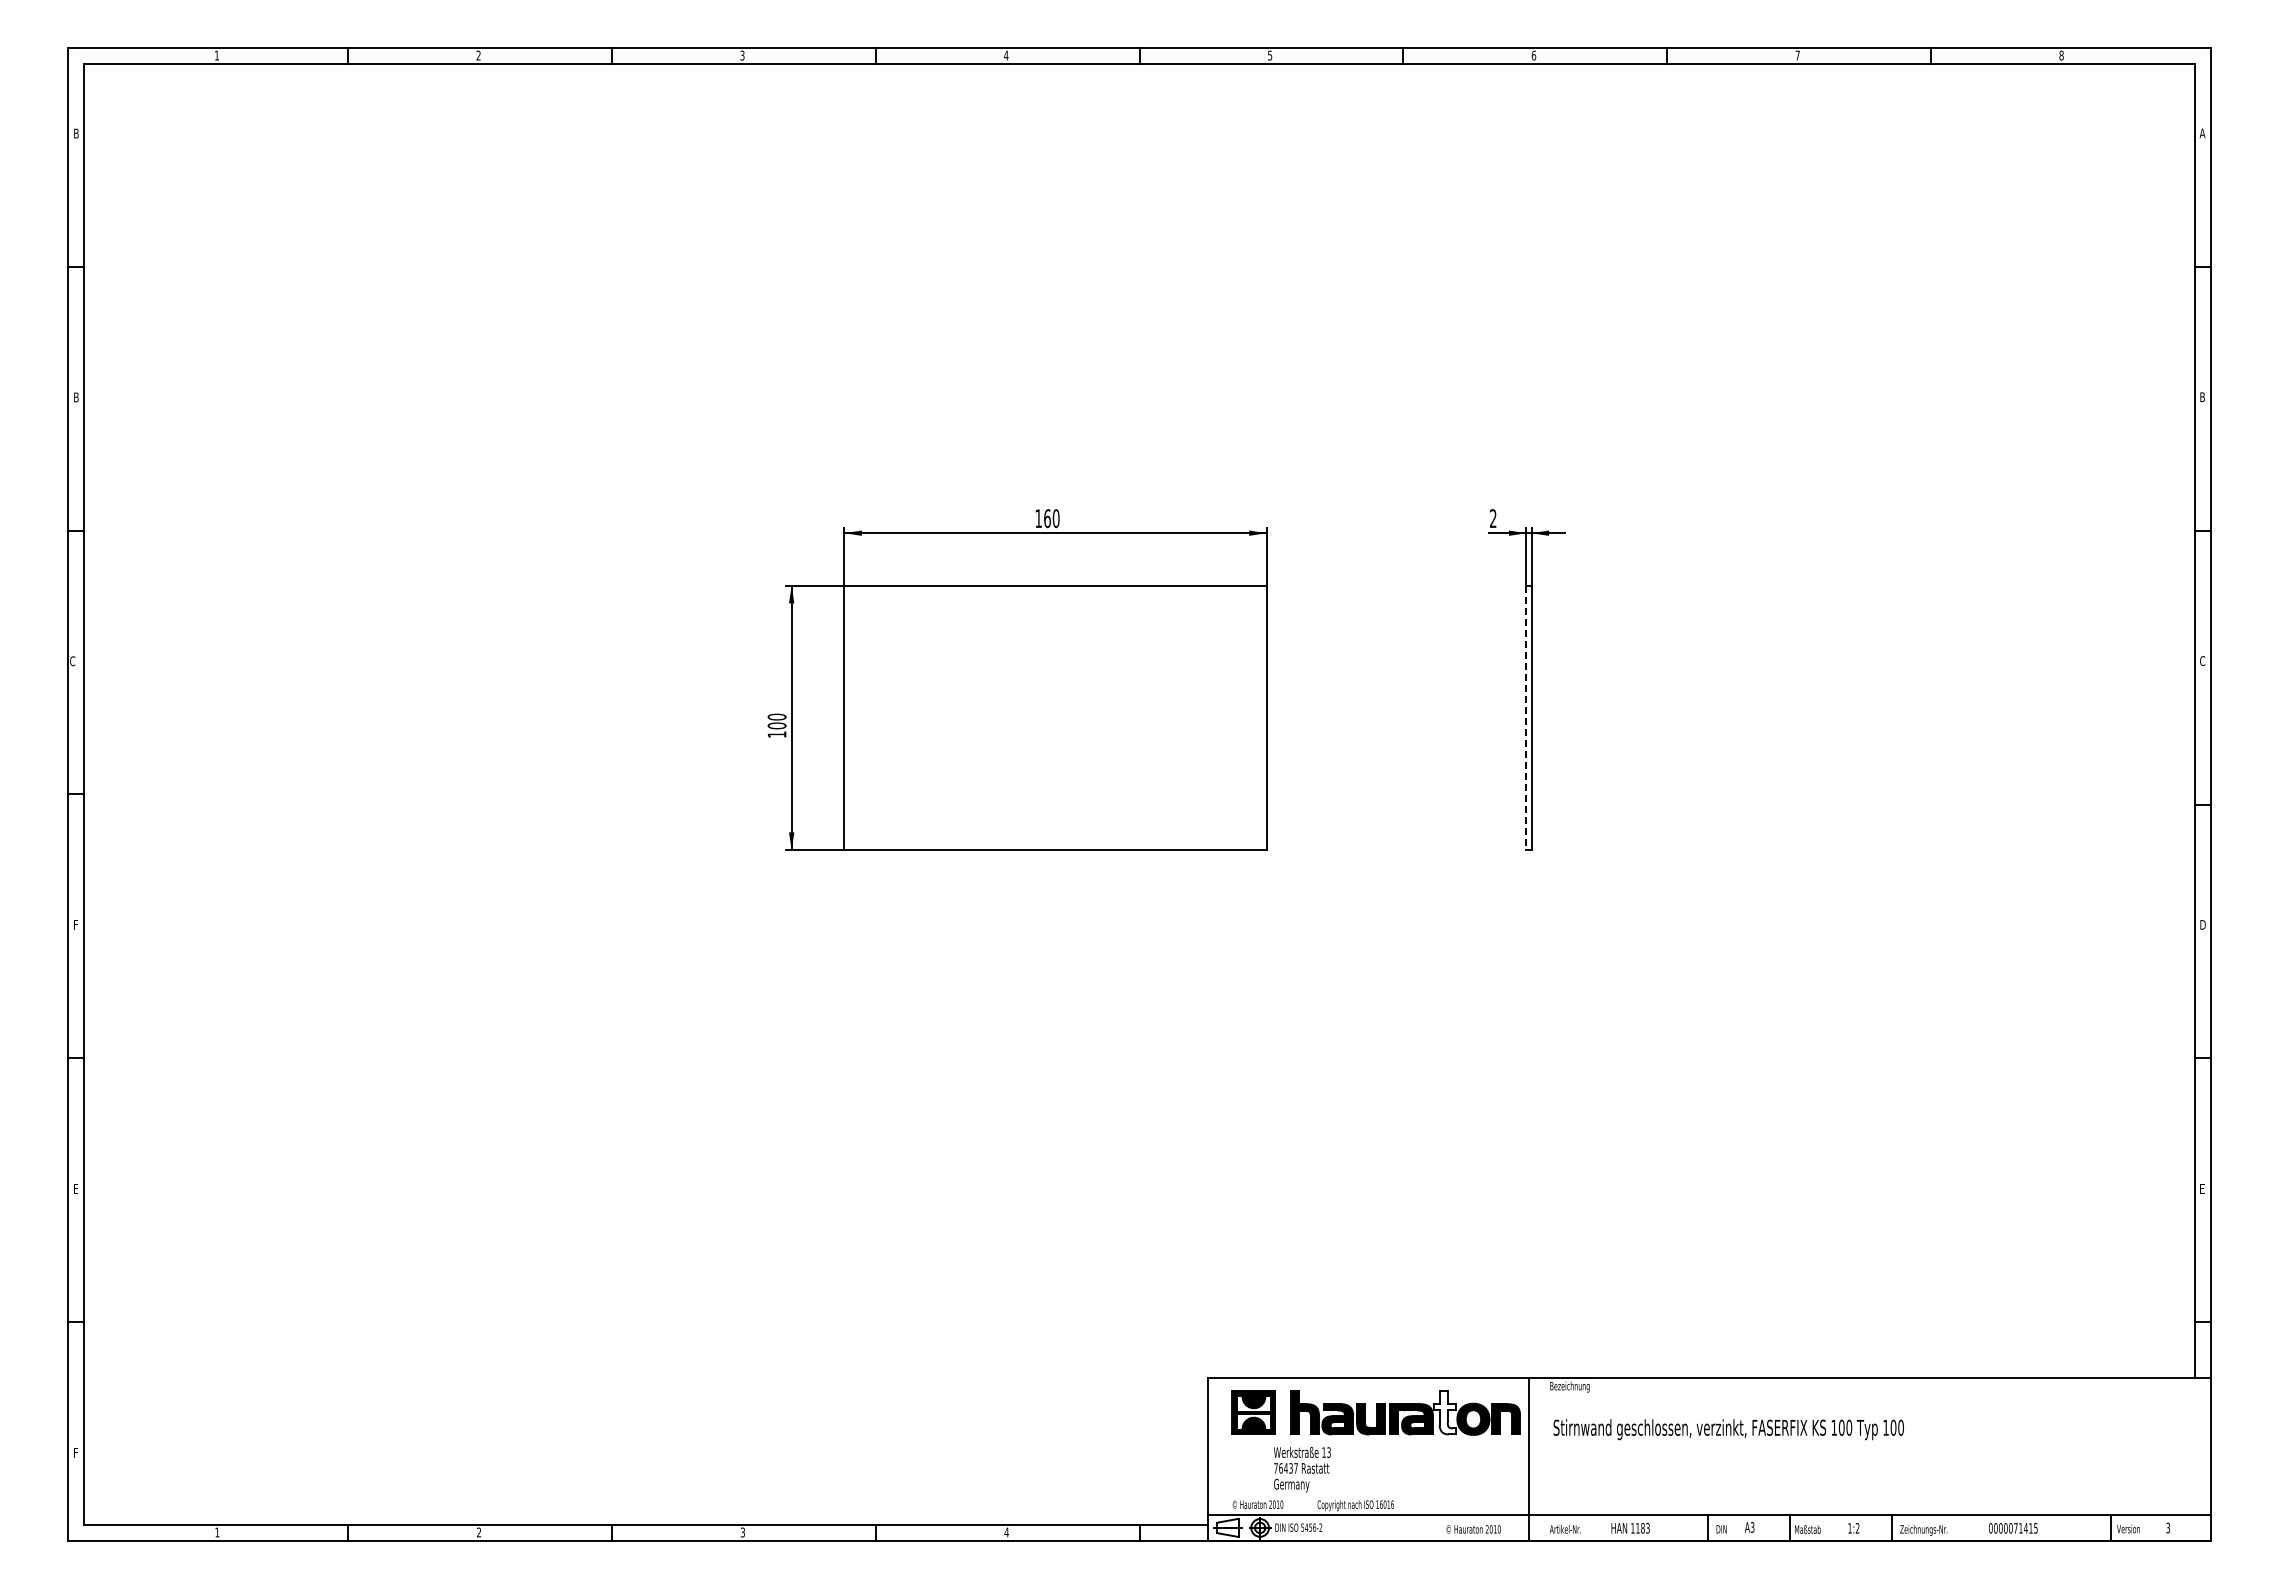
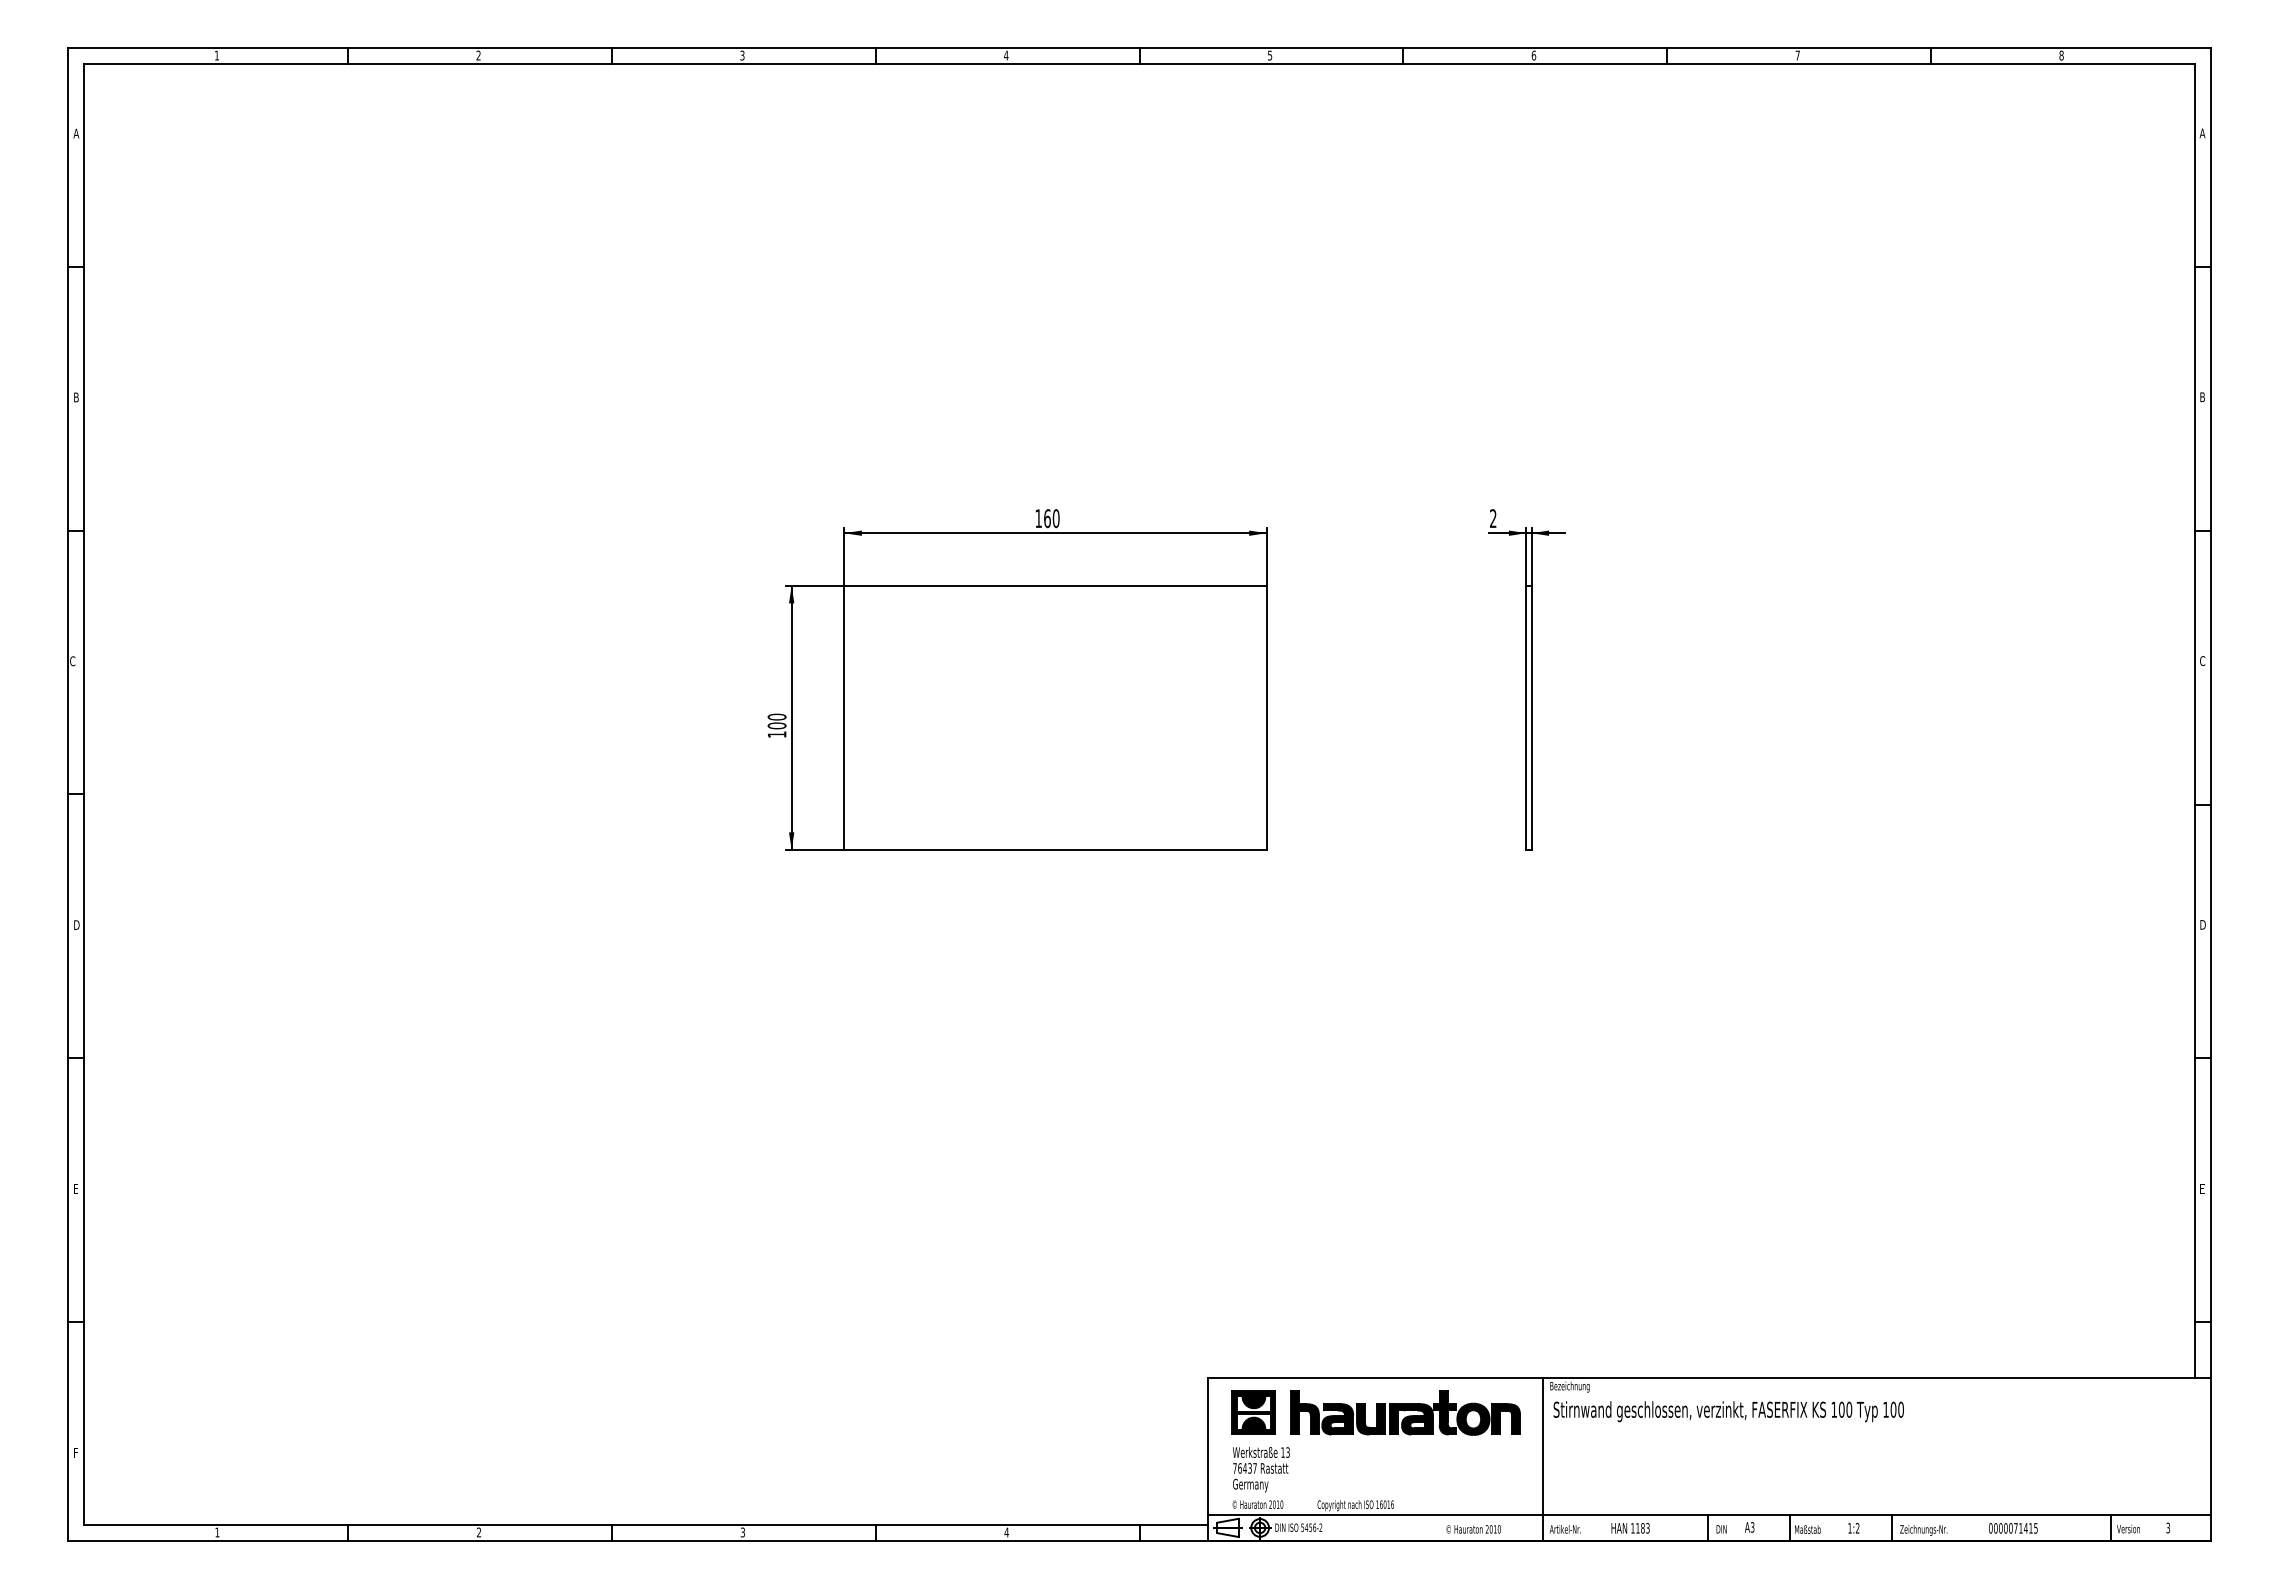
text at (76, 133): B -> A
line at (1526, 717): dashed -> solid
text at (76, 924): F -> D
fill at (1445, 1412): none -> present
text at (1728, 1429) position: (1728, 1429) -> (1728, 1411)
line at (1529, 1459) position: (1529, 1459) -> (1543, 1459)
text at (1302, 1469) position: (1302, 1469) -> (1261, 1469)
